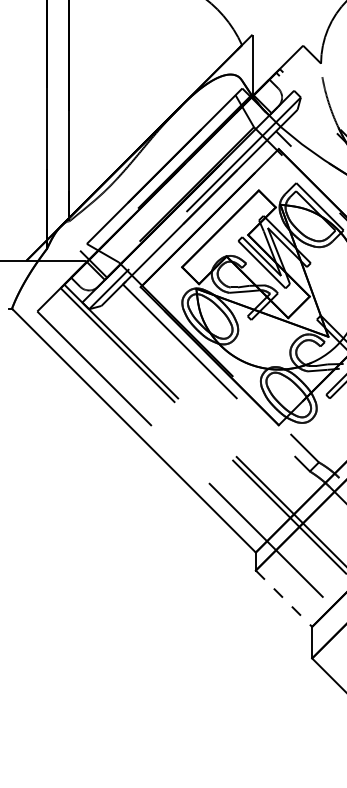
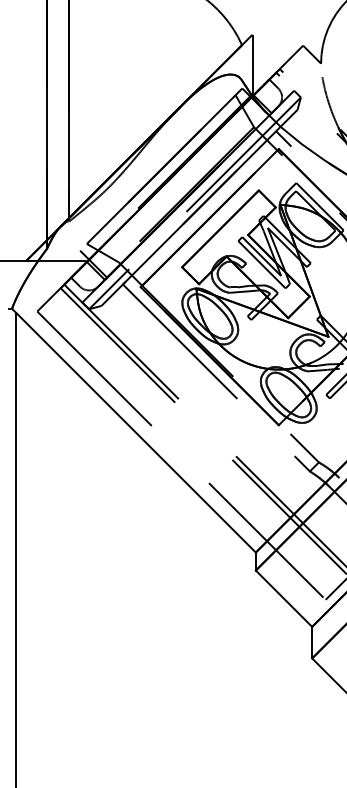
line at (16, 548): none -> present
line at (334, 590): none -> present
line at (284, 598): dashed -> solid
